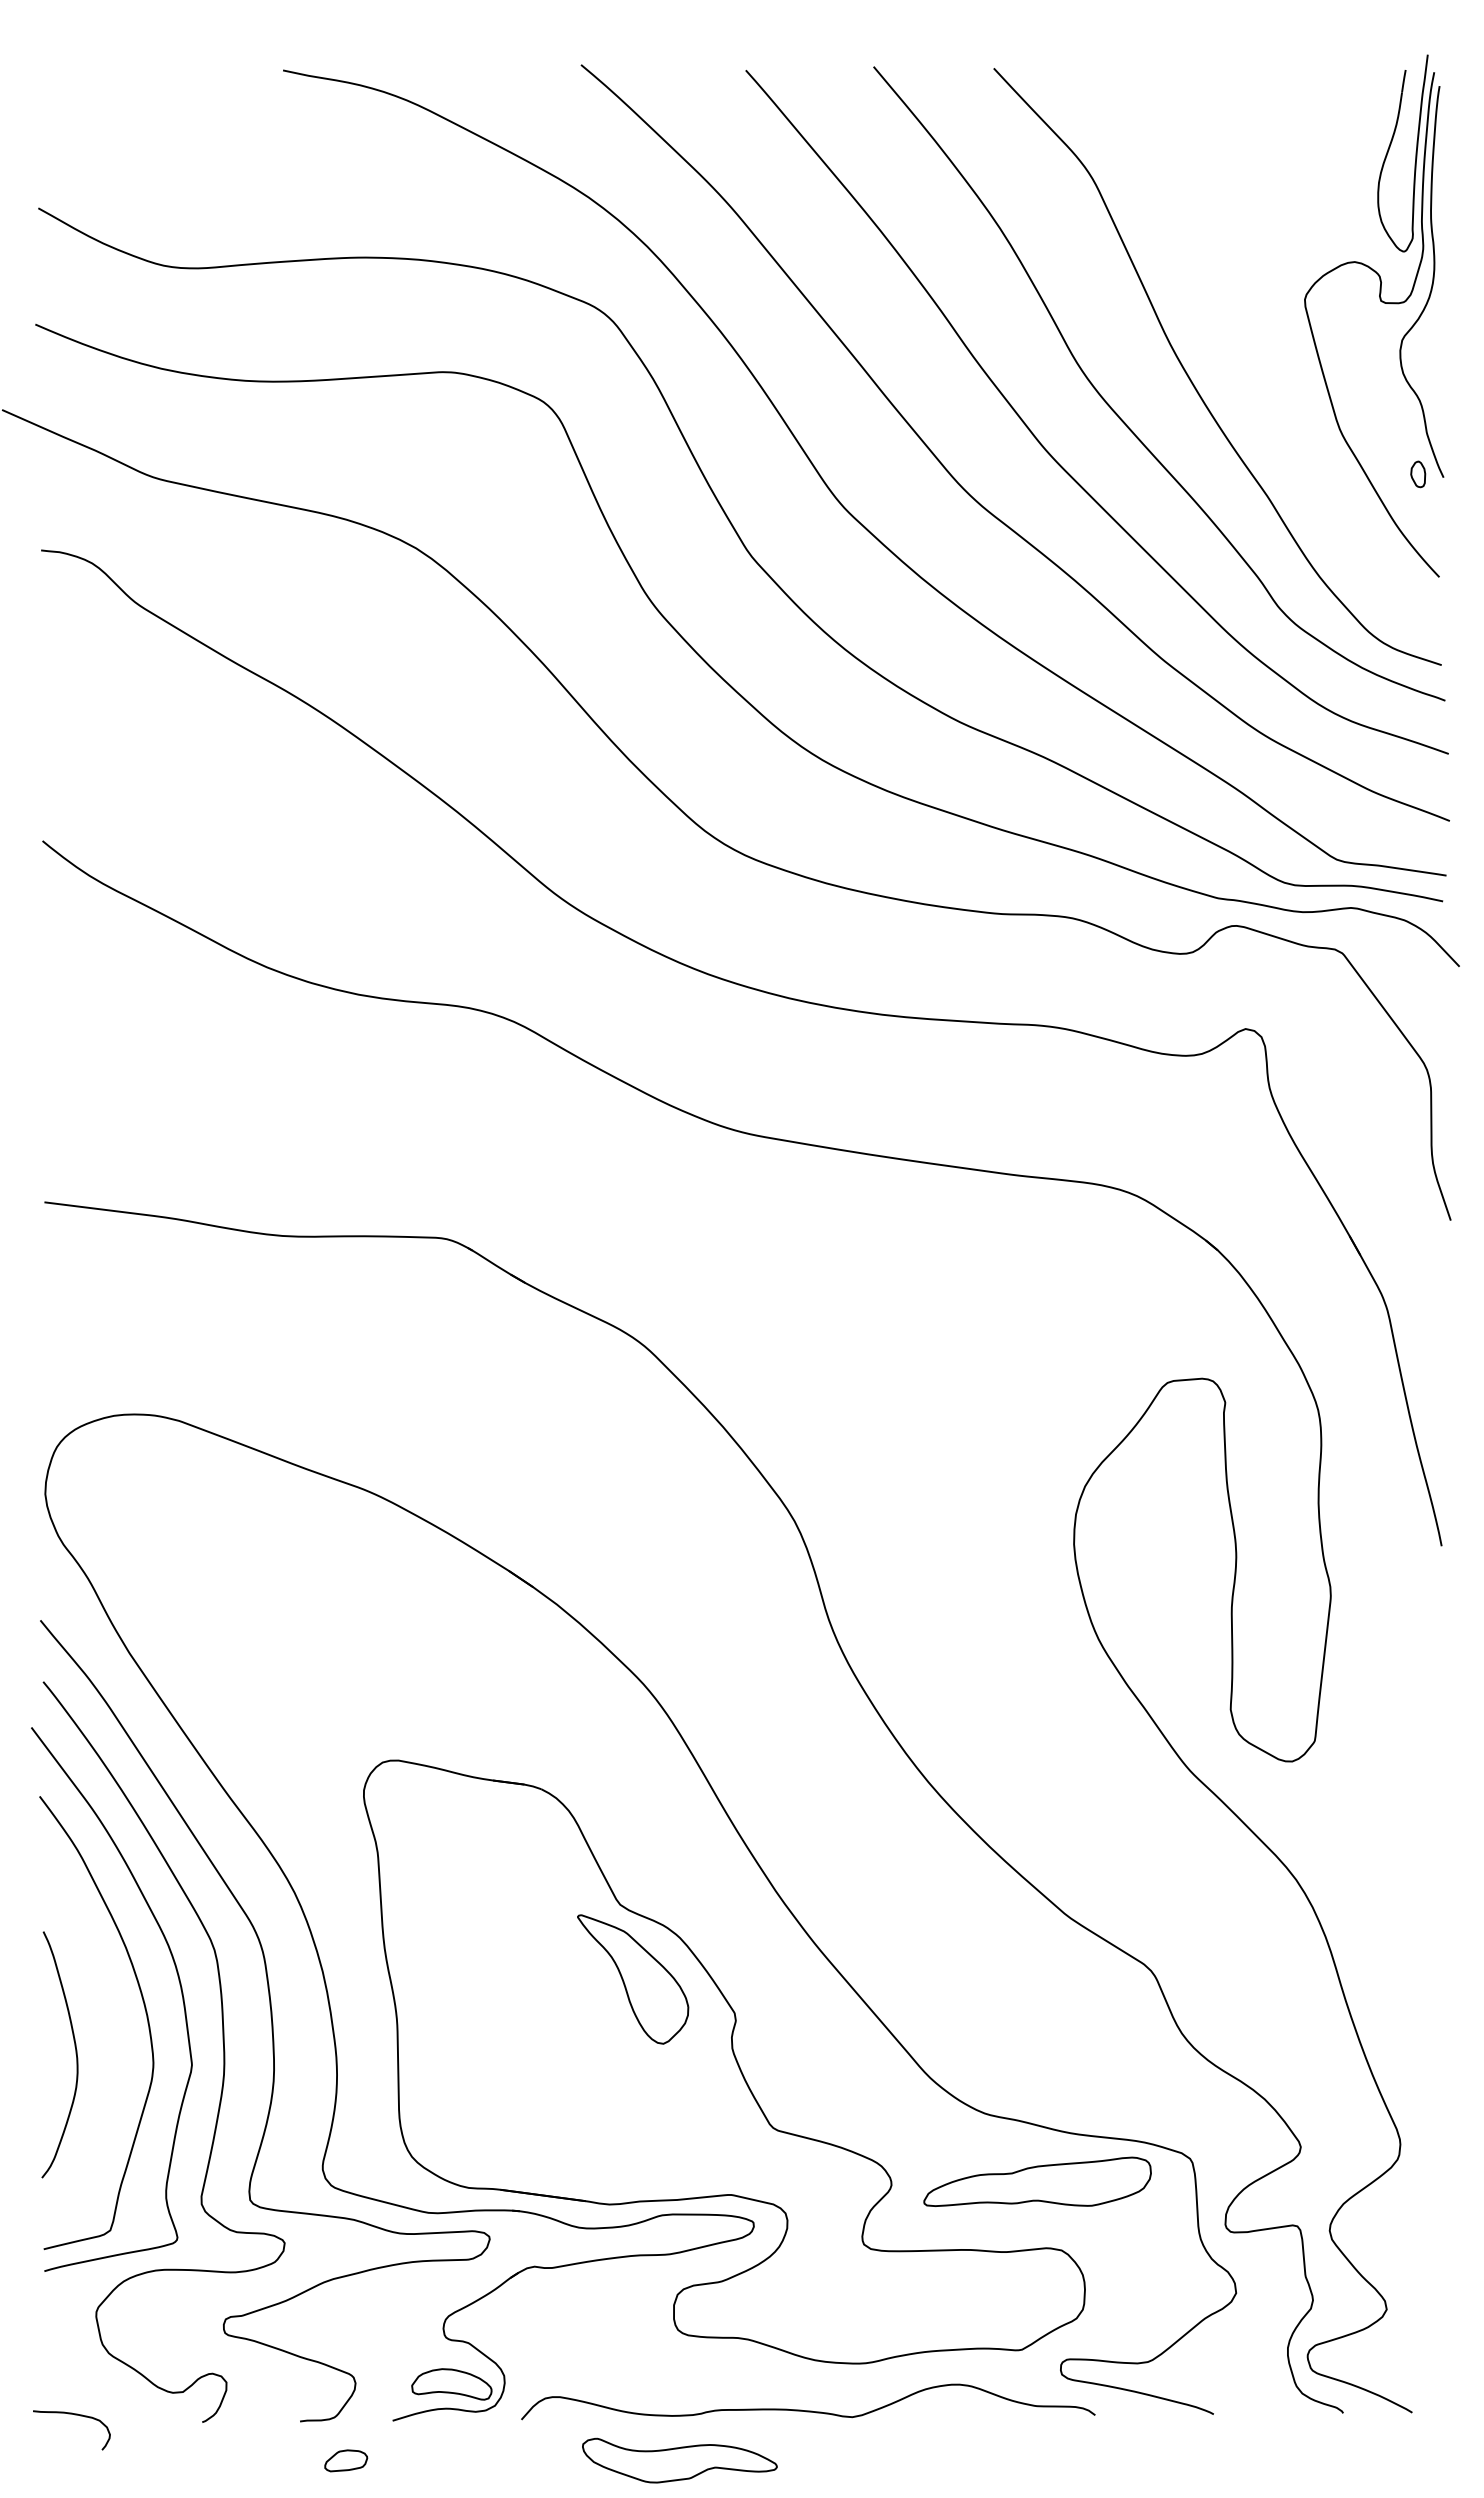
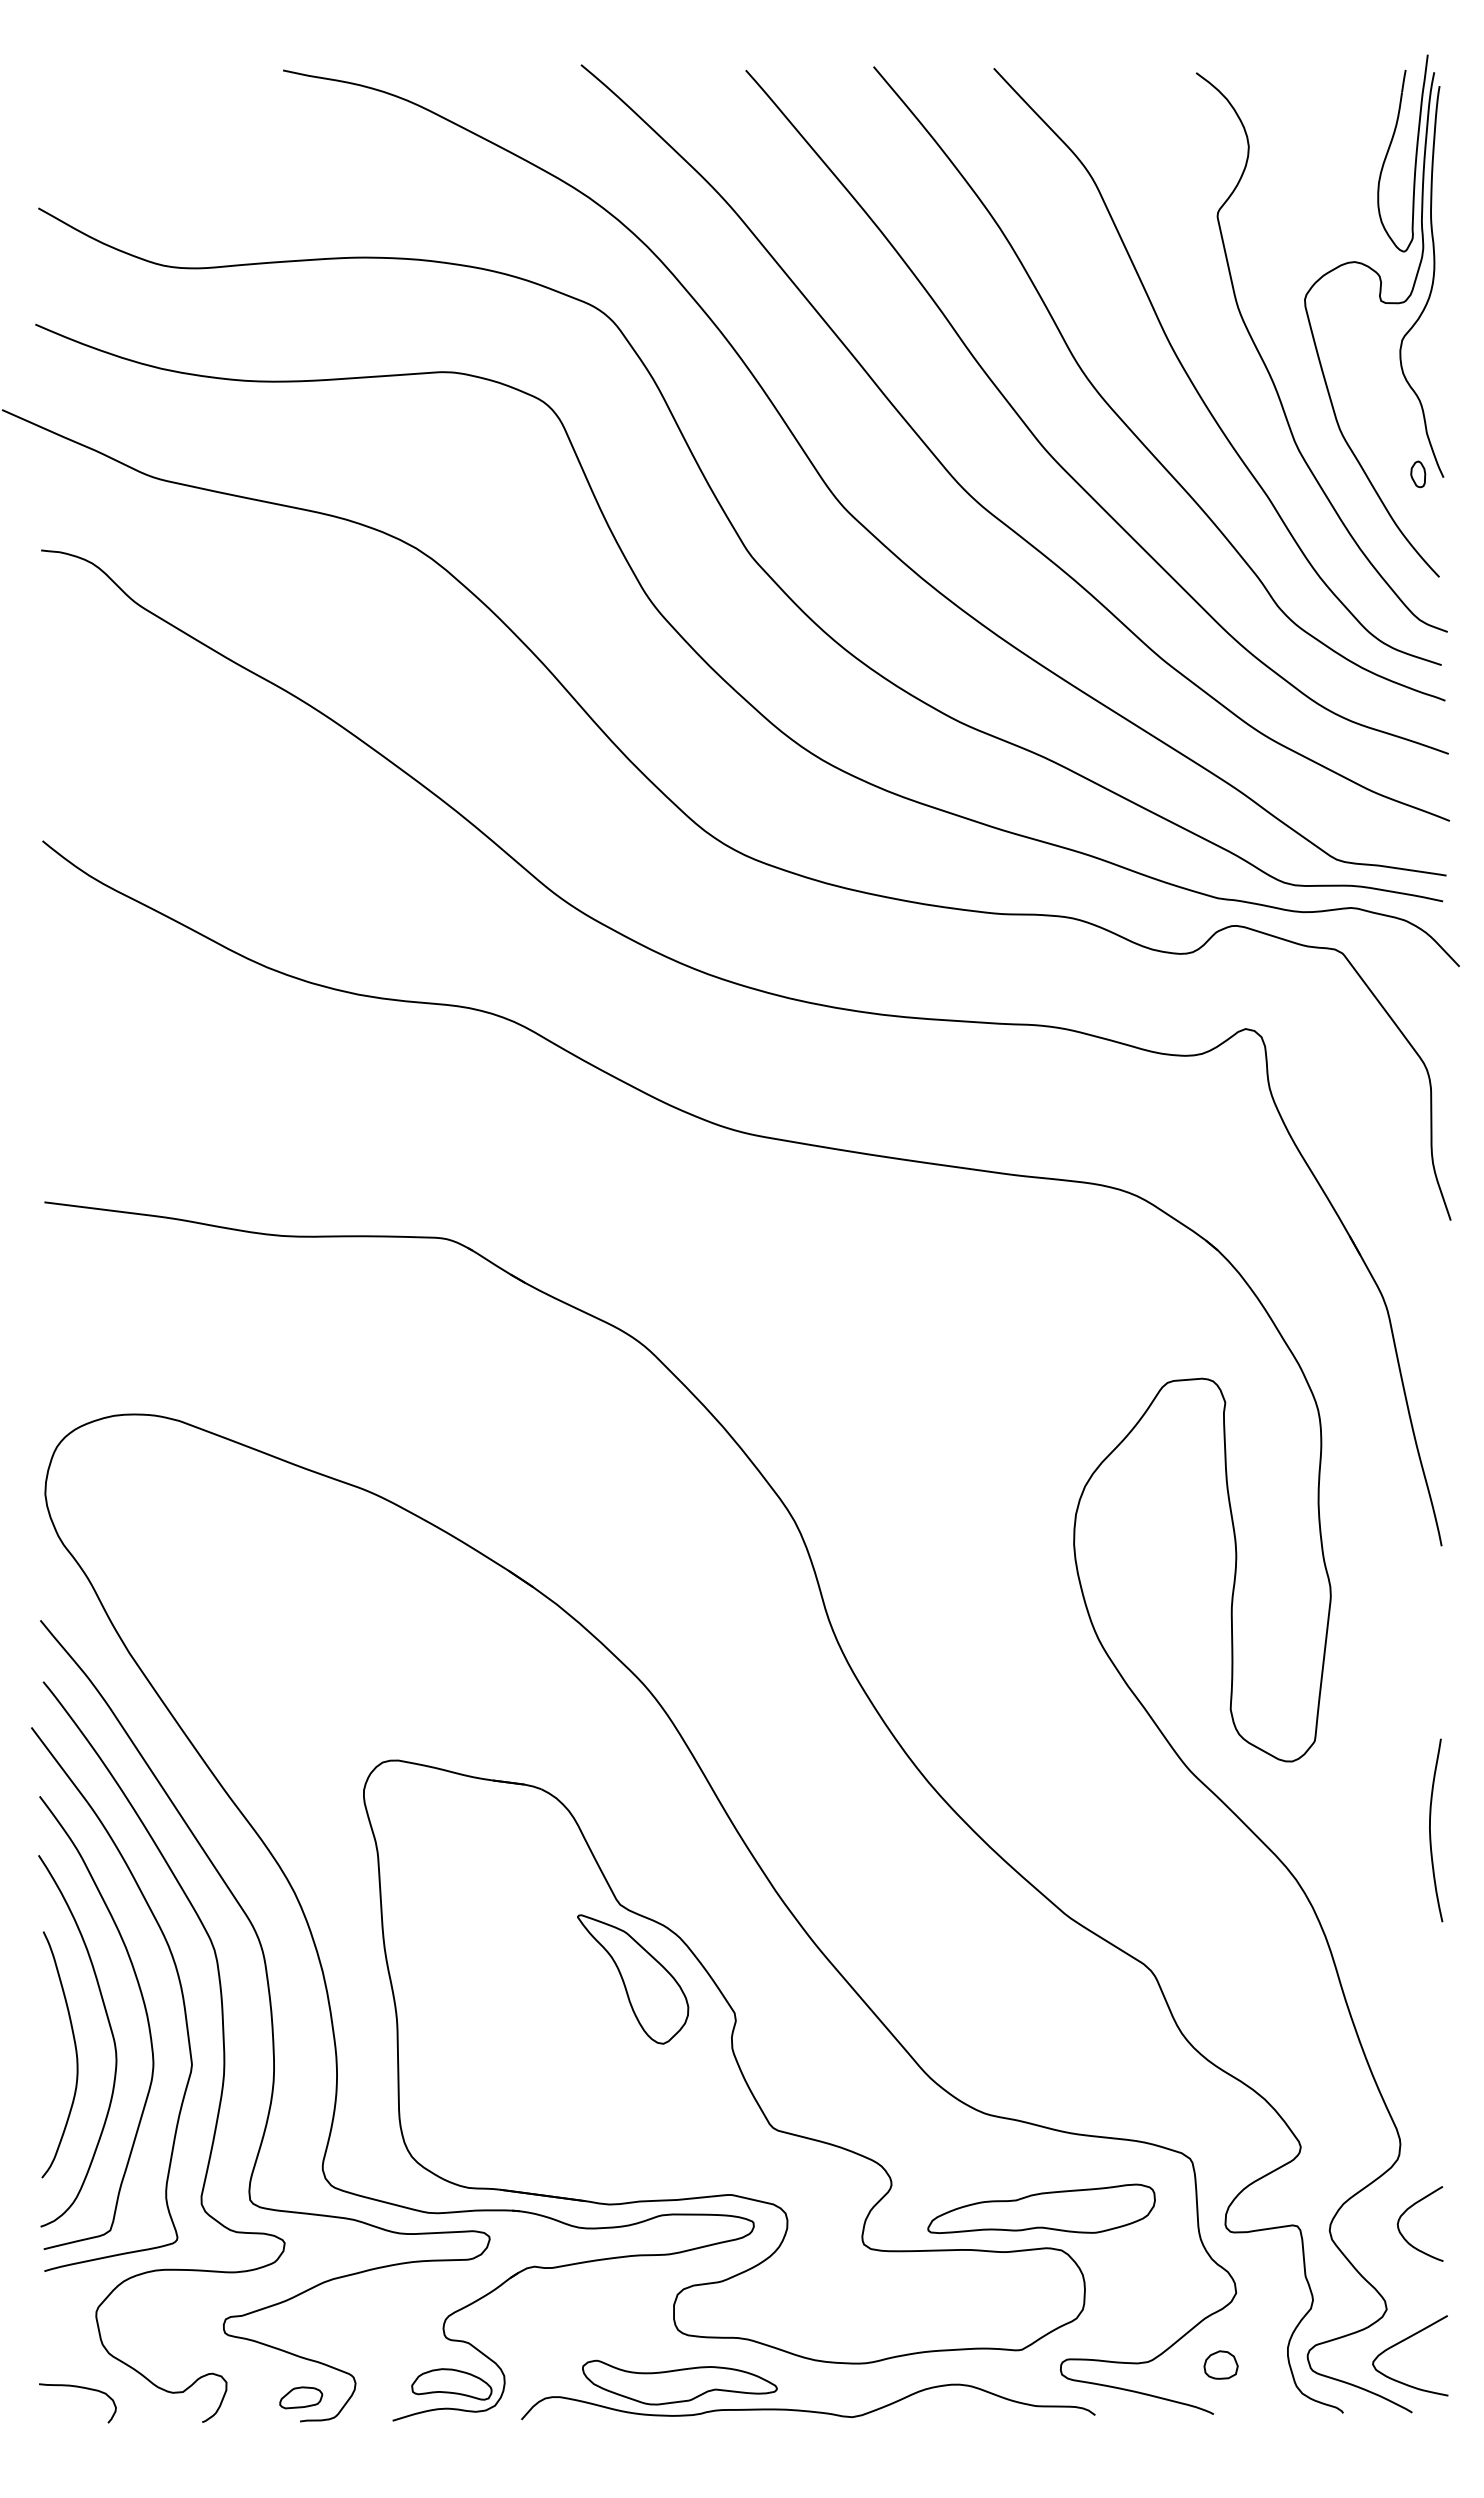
curve at (1271, 375): none -> present
curve at (1430, 1830): none -> present
curve at (110, 2031): none -> present
part at (1037, 2181) position: (1037, 2181) -> (1041, 2208)
curve at (1410, 2208): none -> present
curve at (1400, 2343): none -> present
part at (1220, 2364): none -> present
curve at (74, 2415) position: (74, 2415) -> (80, 2388)
part at (346, 2460) position: (346, 2460) -> (301, 2397)
part at (679, 2460) position: (679, 2460) -> (679, 2382)
